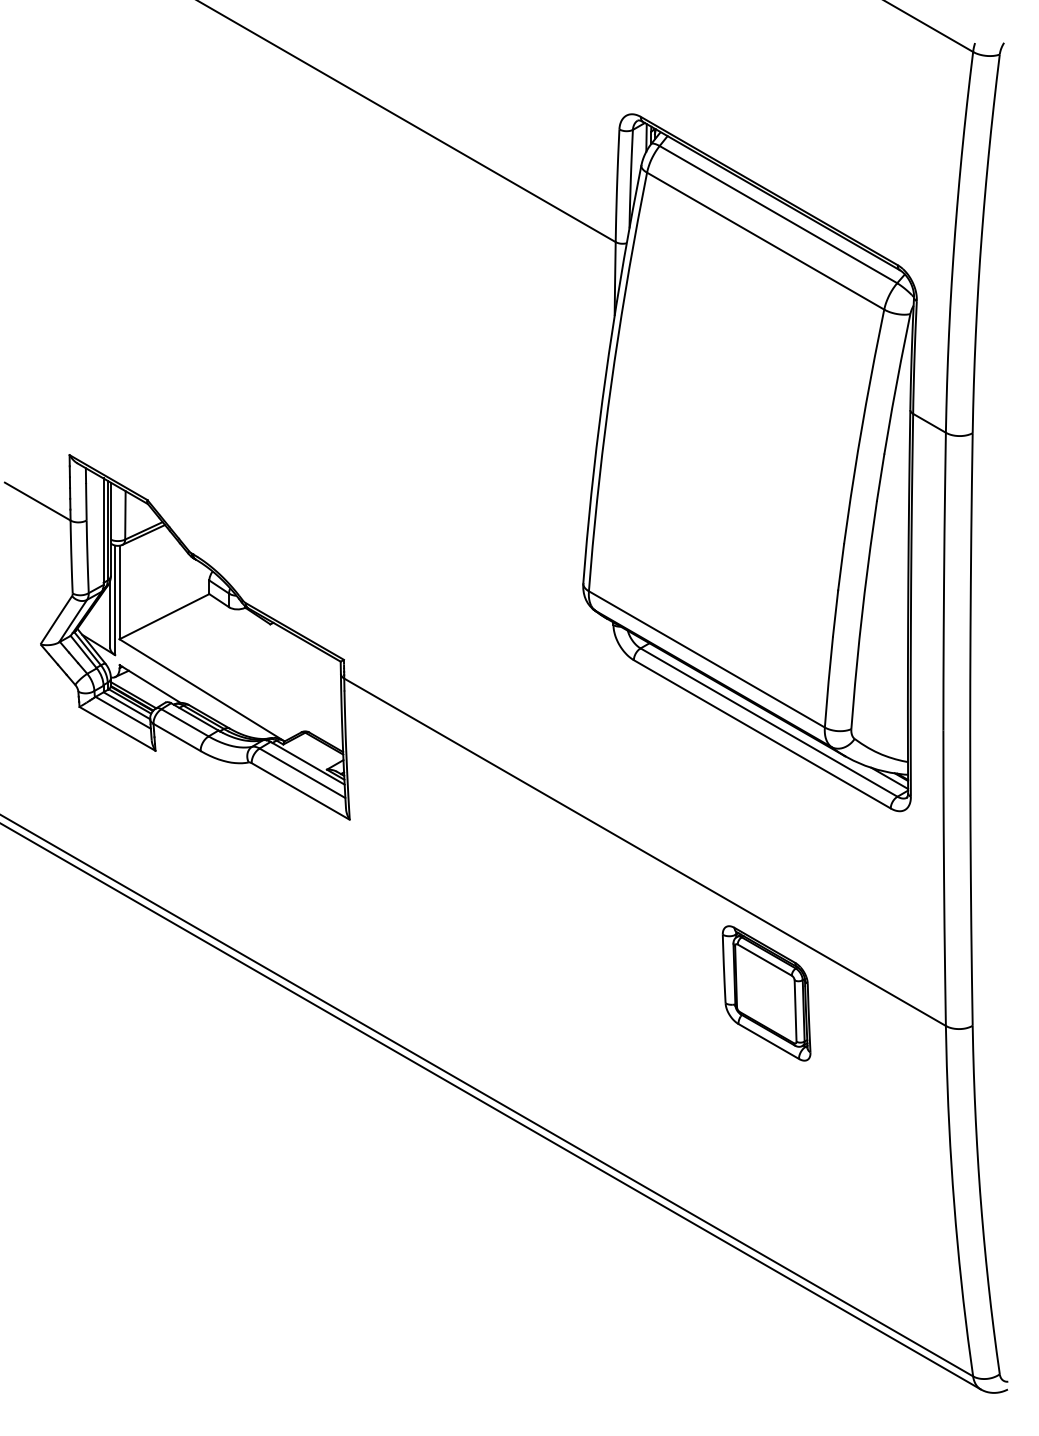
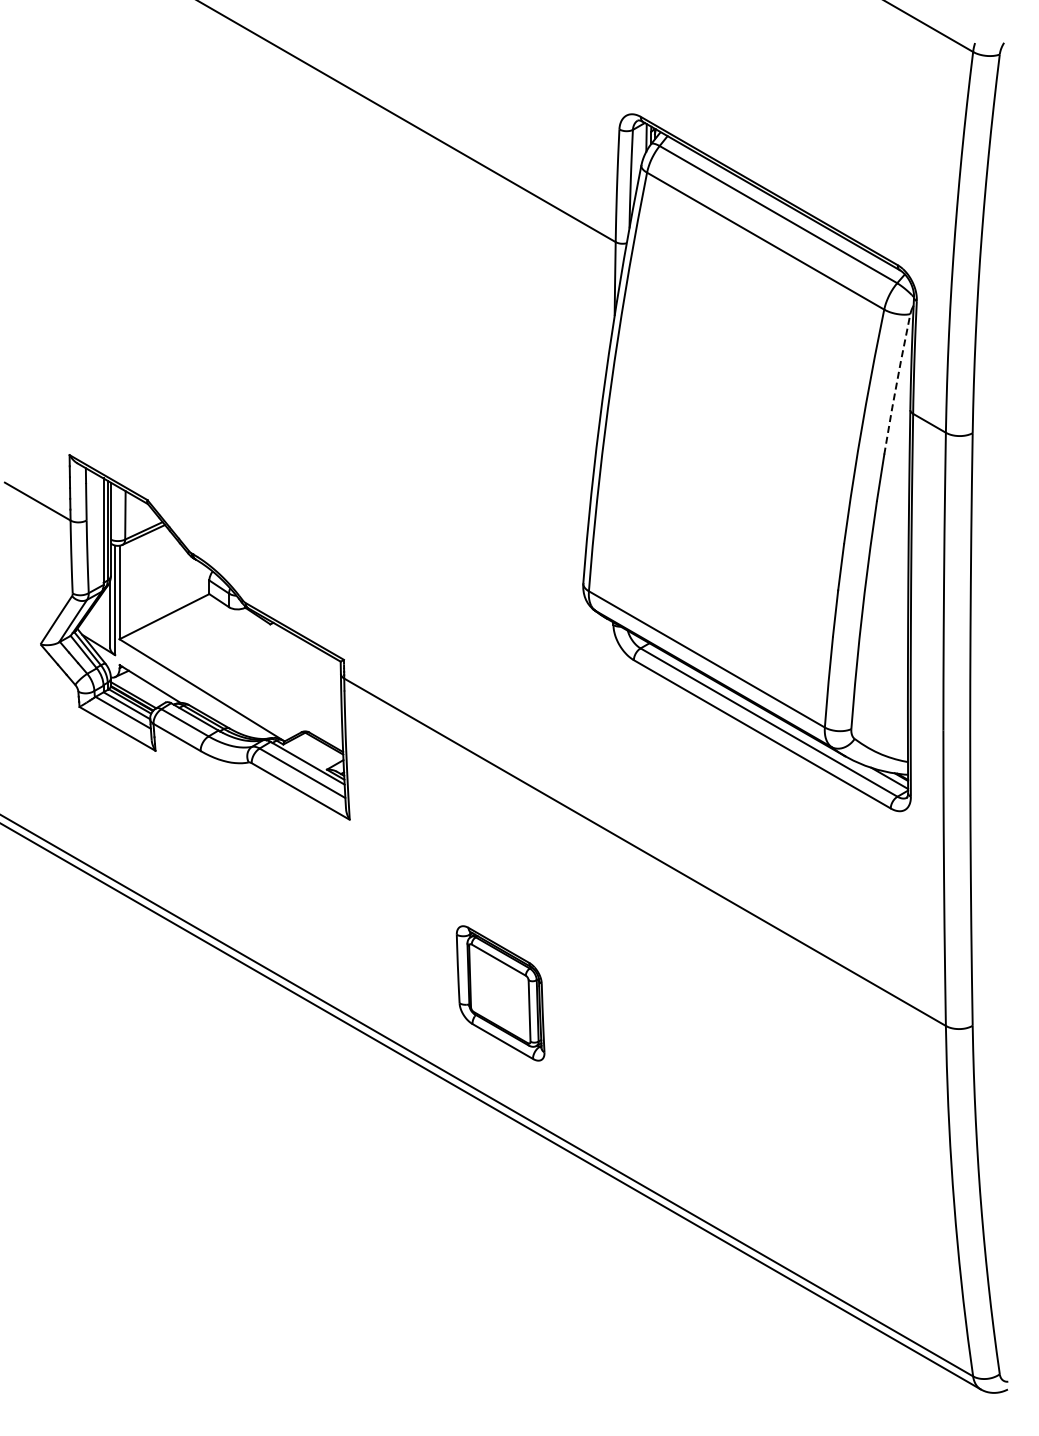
line at (896, 384): solid -> dashed
part at (766, 993) position: (766, 993) -> (500, 993)
